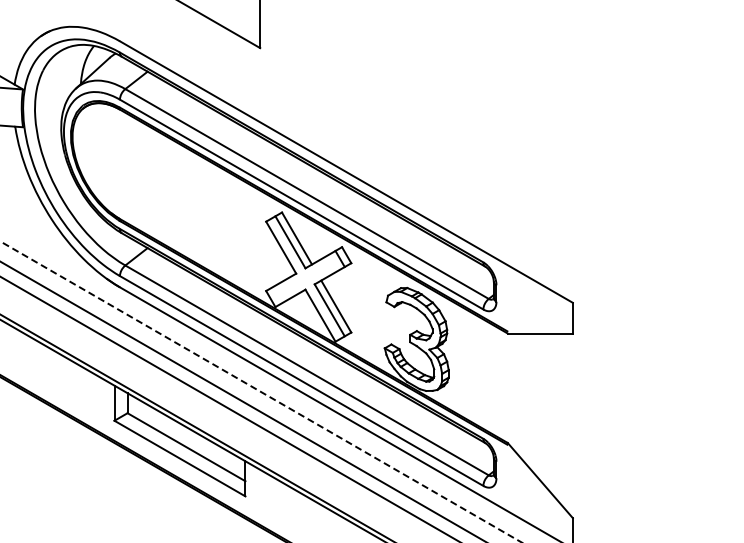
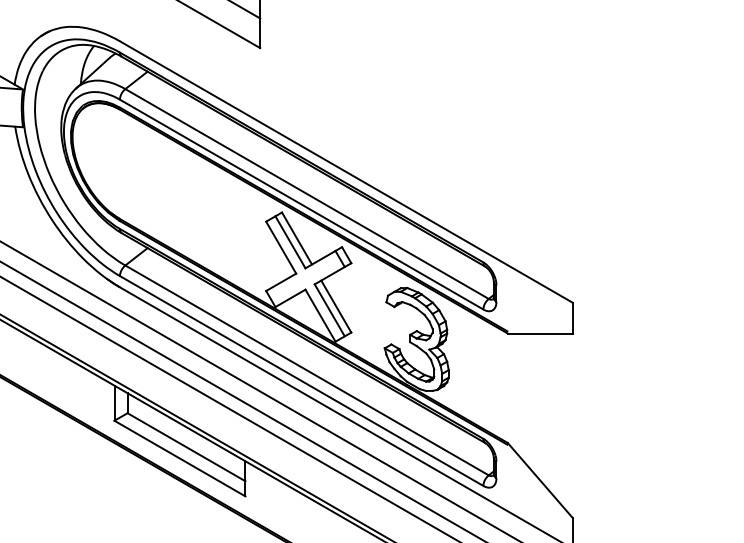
line at (246, 10): none -> present
line at (261, 392): dashed -> solid
